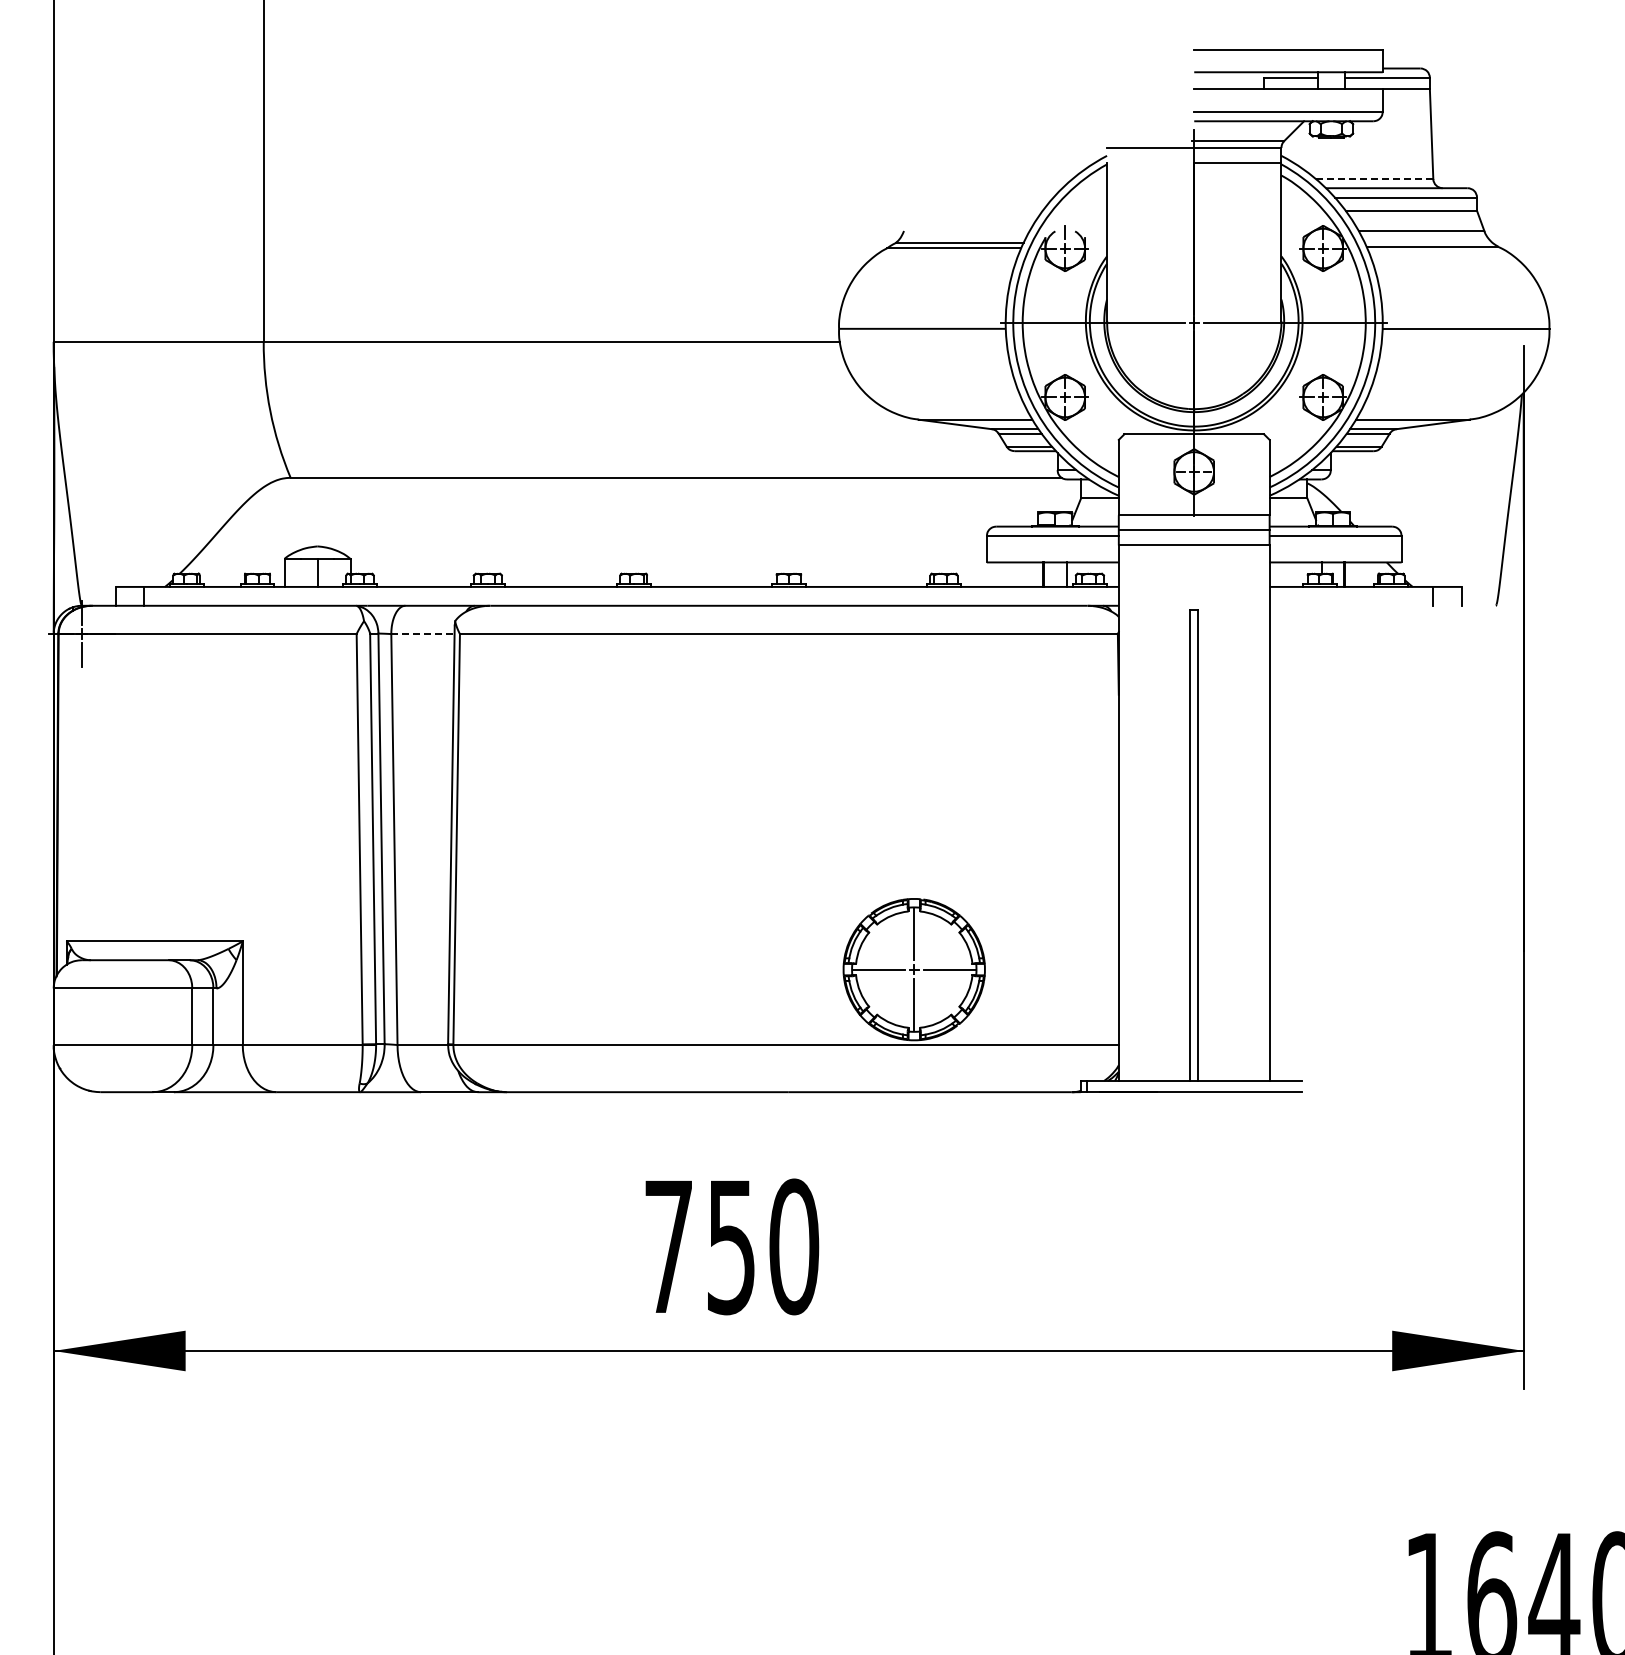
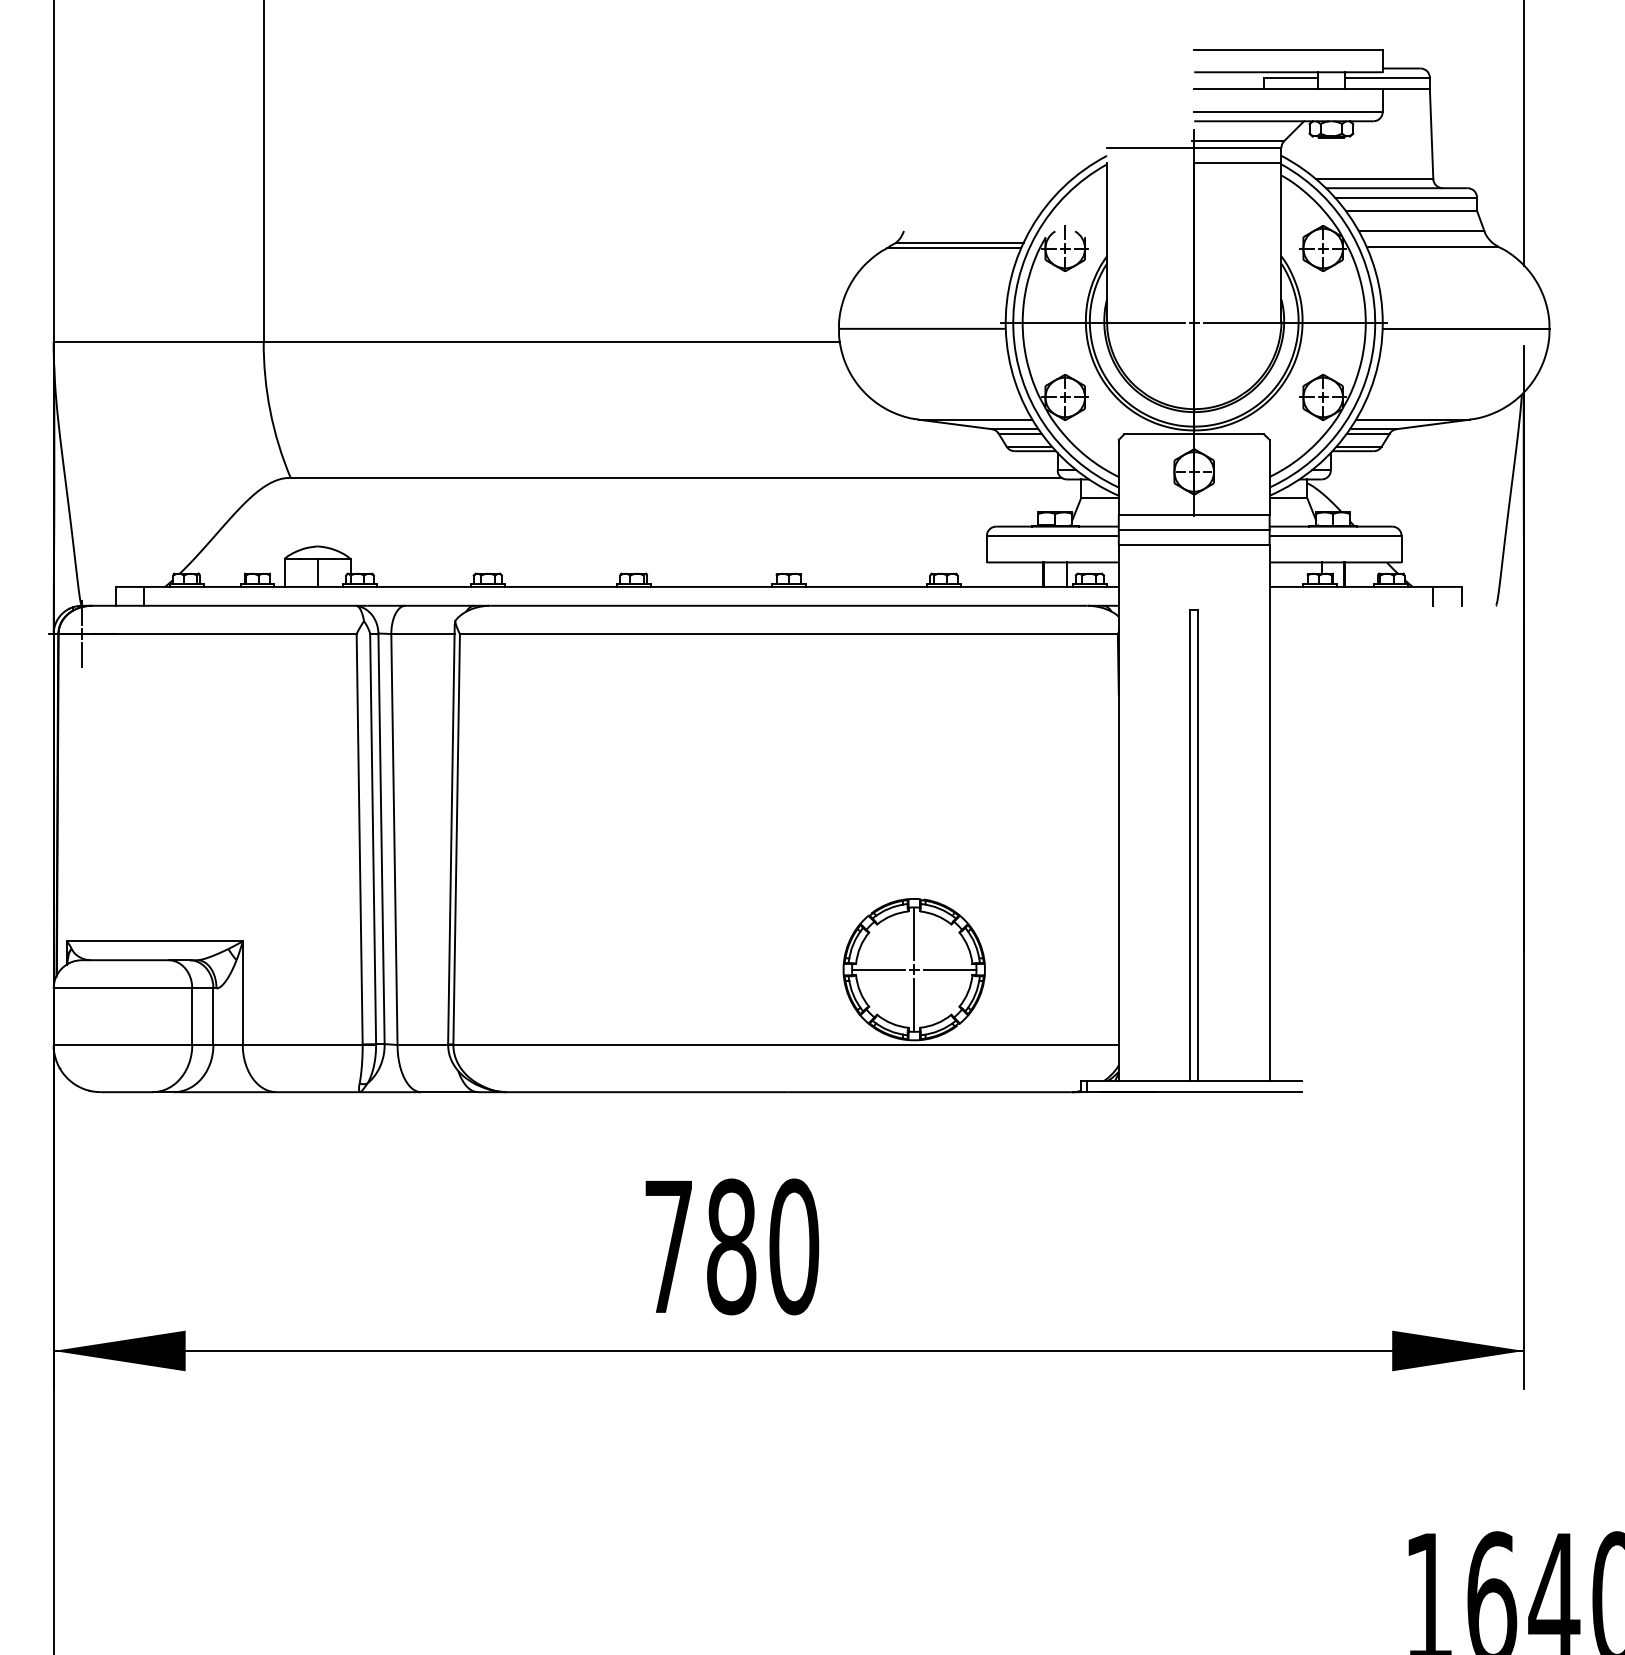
line at (1524, 133): none -> present
line at (1374, 179): dashed -> solid
line at (422, 634): dashed -> solid
text at (731, 1246): 750 -> 780
